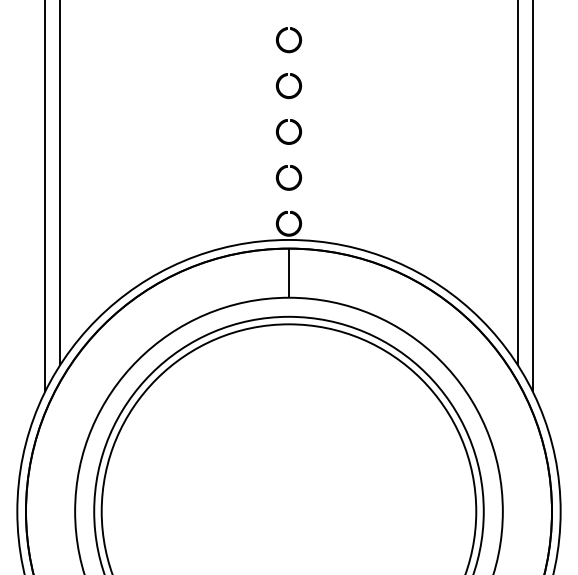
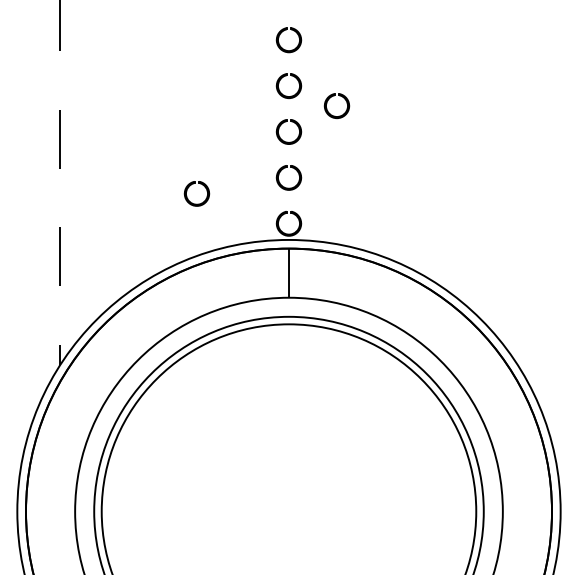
part at (334, 96): none -> present
line at (60, 182): solid -> dashed
line at (517, 183): present -> none
part at (190, 186): none -> present
line at (45, 196): present -> none
line at (532, 196): present -> none
